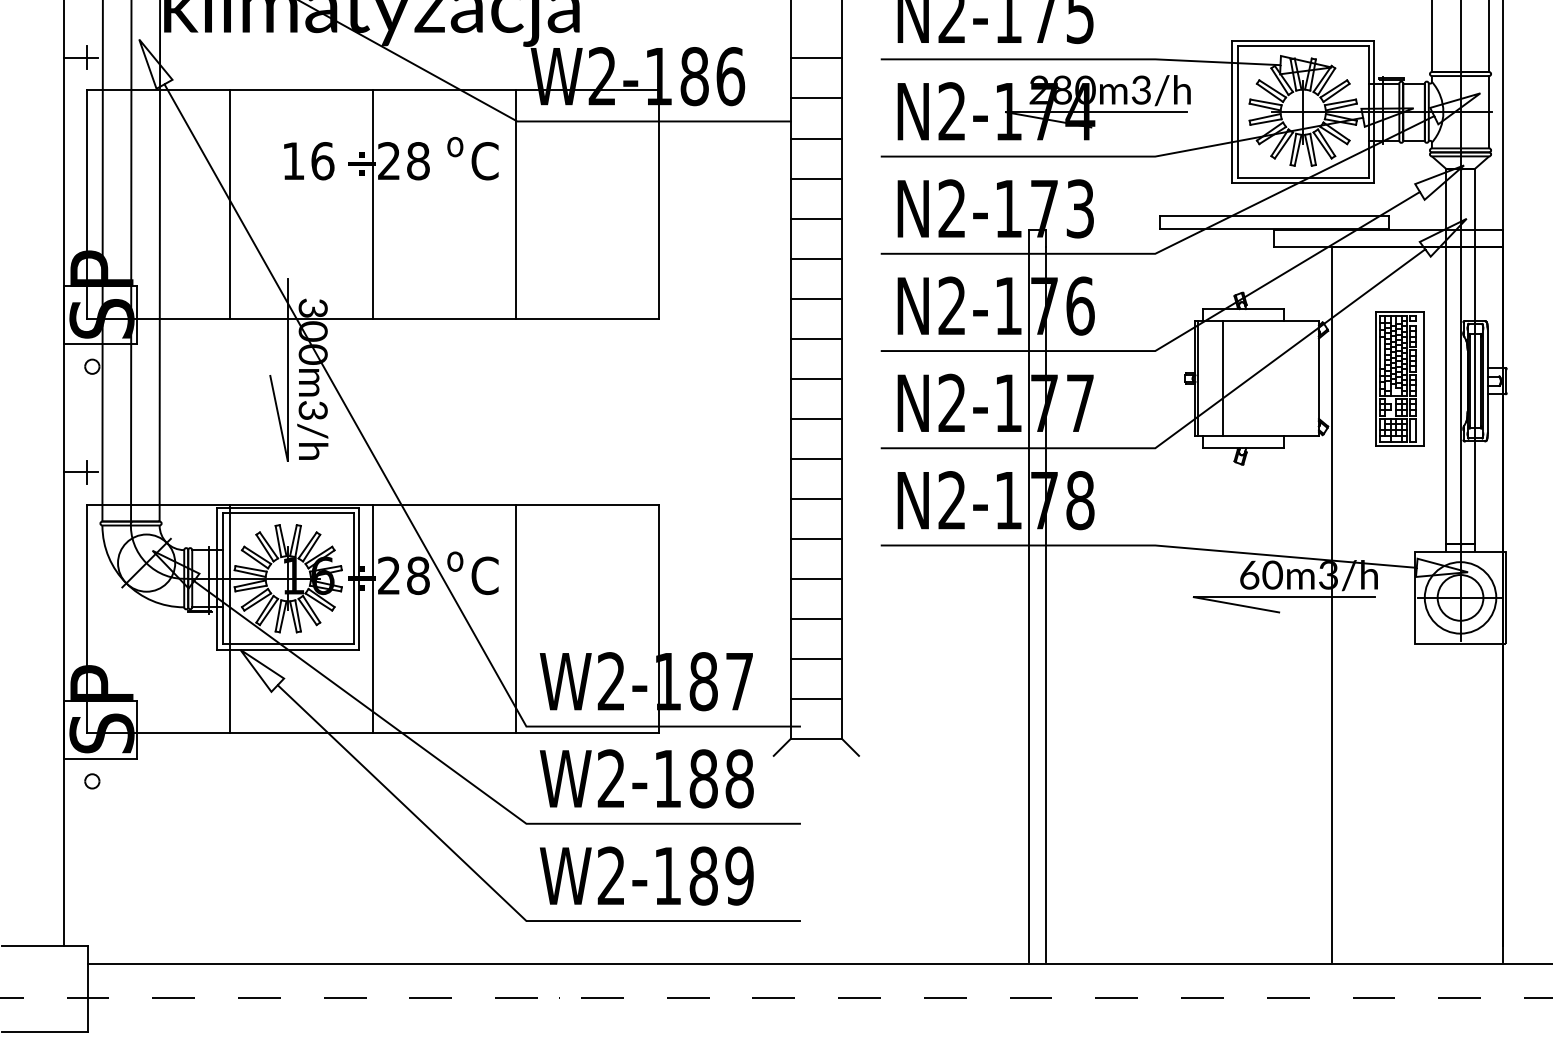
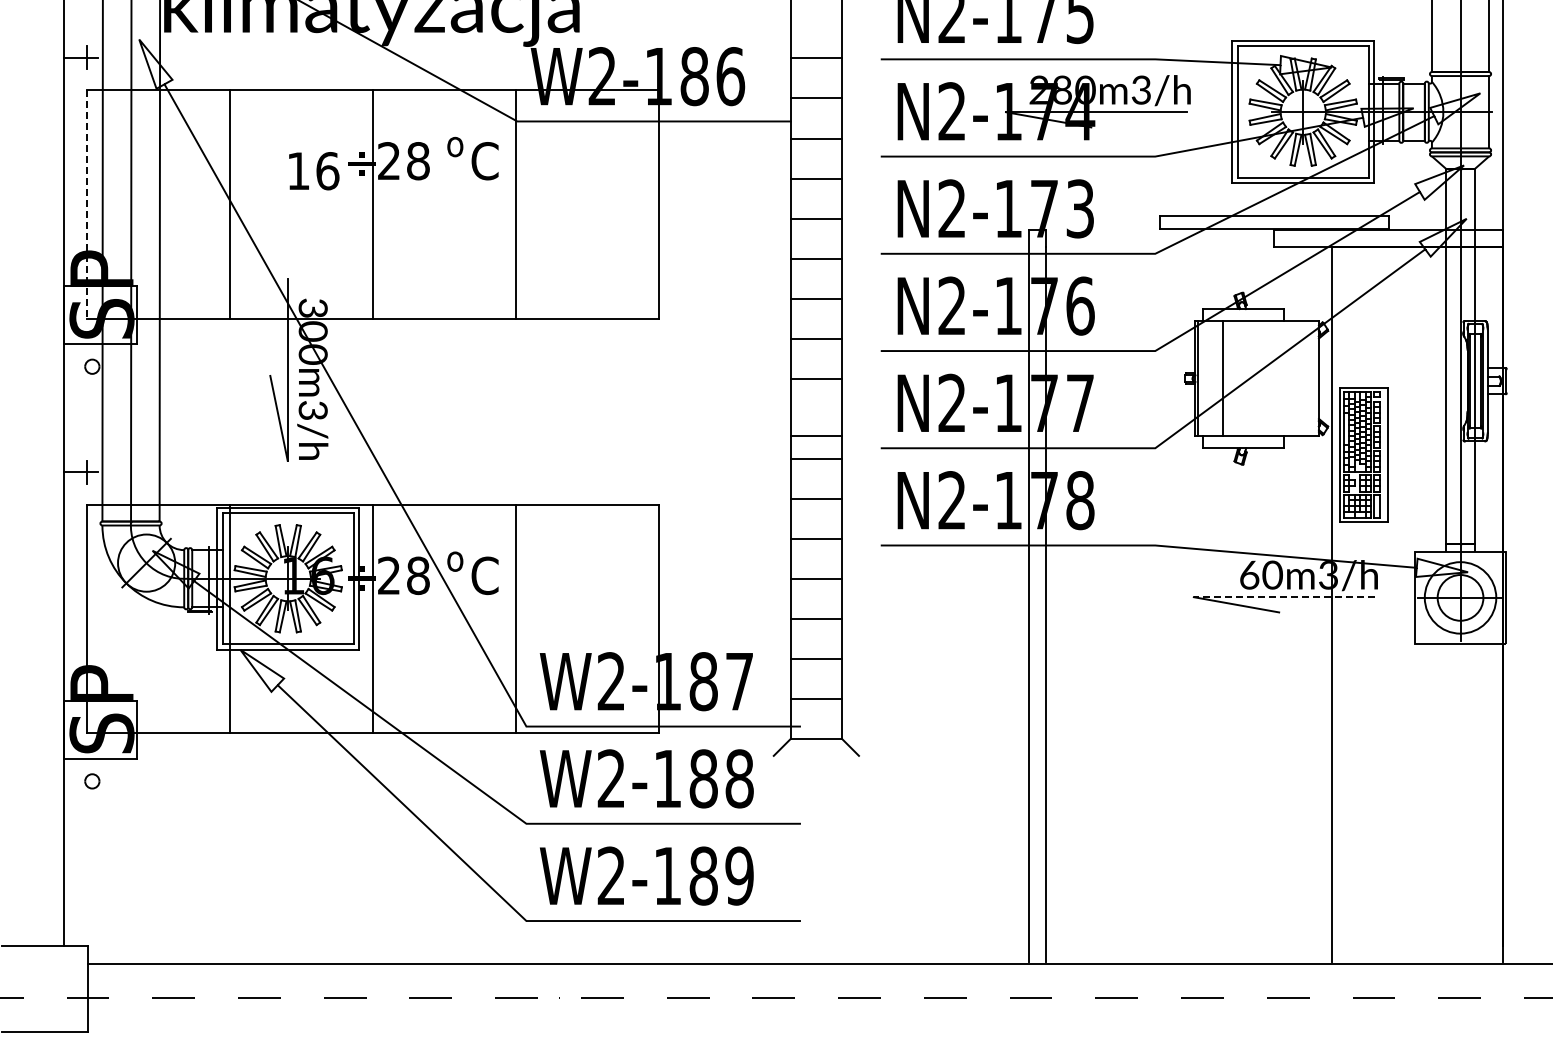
text at (309, 161) position: (309, 161) -> (314, 171)
line at (87, 204): solid -> dashed
part at (1399, 378) position: (1399, 378) -> (1363, 454)
line at (816, 418) position: (816, 418) -> (816, 435)
line at (1284, 597): solid -> dashed
